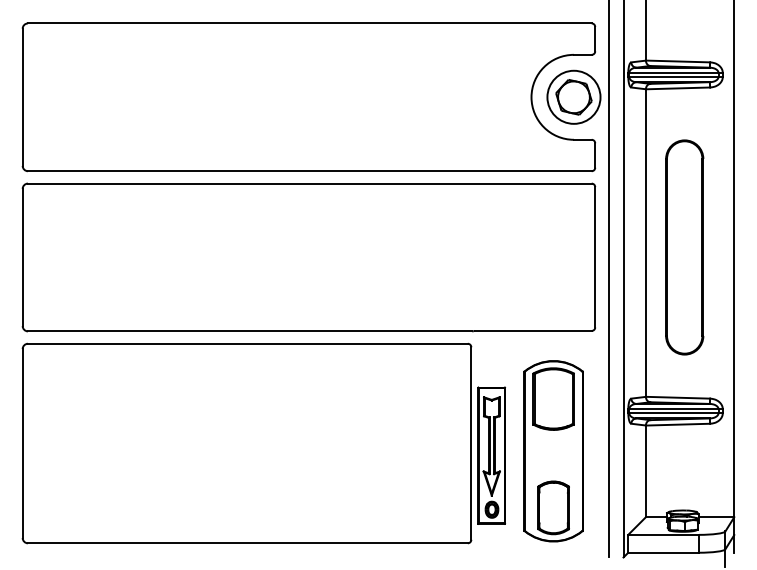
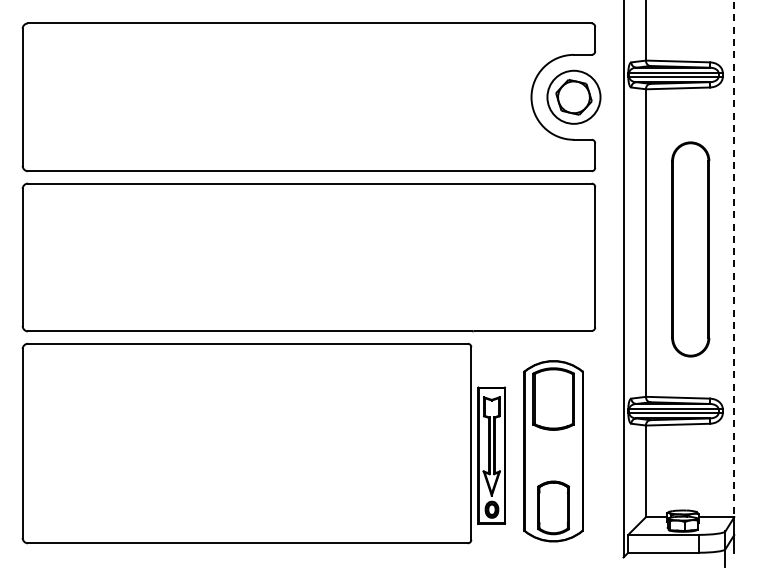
part at (684, 247) position: (684, 247) -> (690, 249)
line at (734, 259): solid -> dashed
line at (609, 279): present -> none
